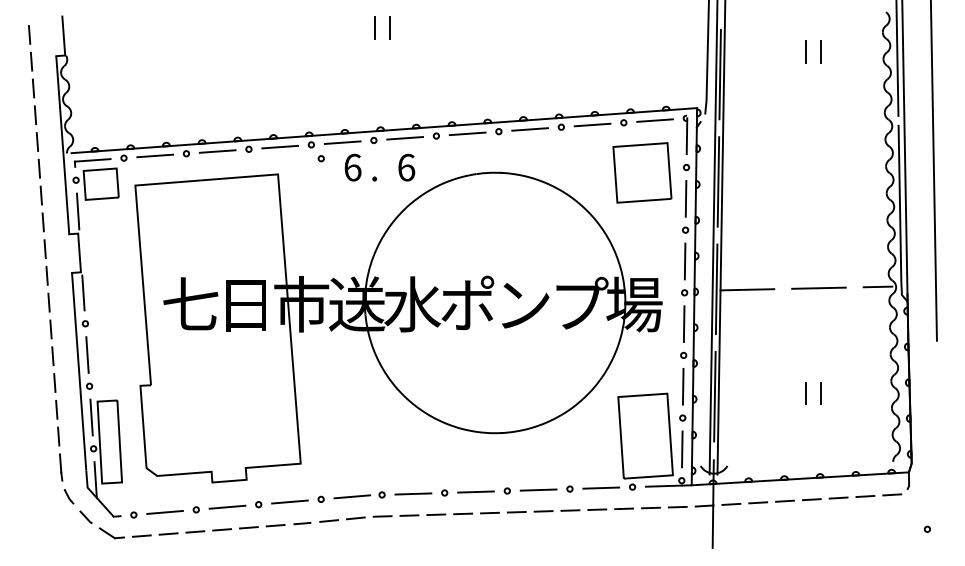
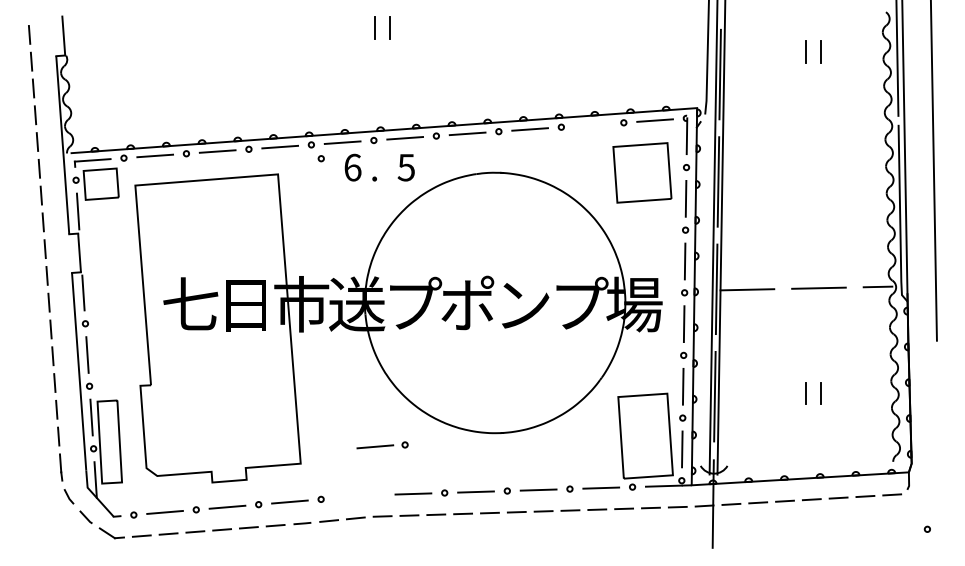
line at (592, 124): present -> none
text at (406, 167): 6 -> 5
text at (413, 304): 水 -> プ
part at (359, 495) position: (359, 495) -> (382, 445)
